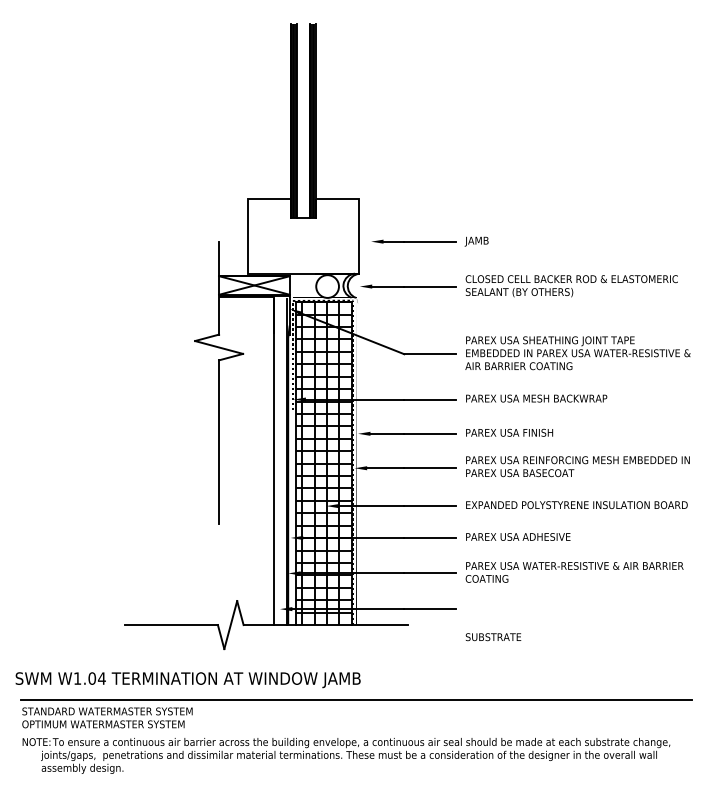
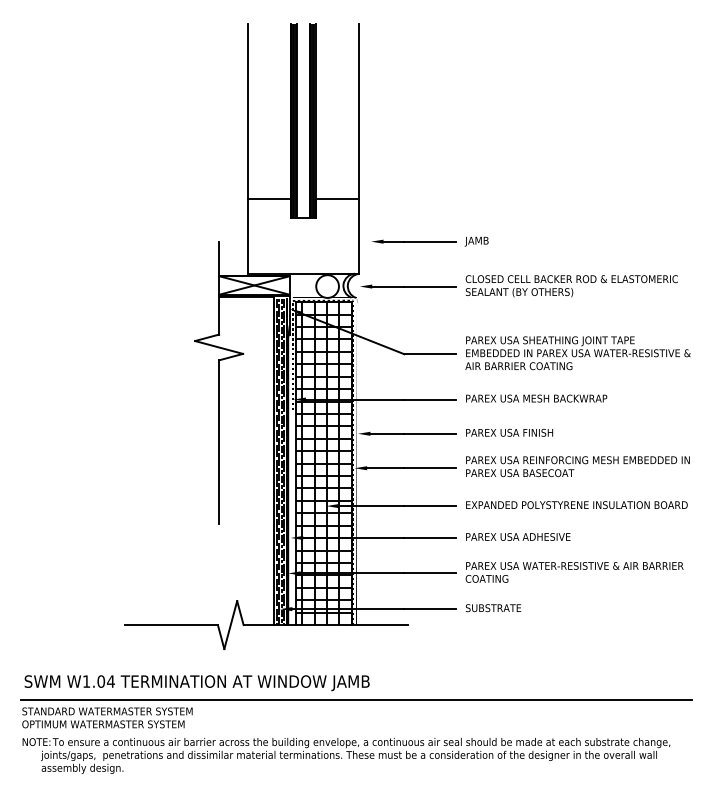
line at (247, 111): none -> present
line at (359, 111): none -> present
hatch at (281, 461): none -> present
text at (493, 637) position: (493, 637) -> (493, 608)
text at (187, 680) position: (187, 680) -> (196, 683)
